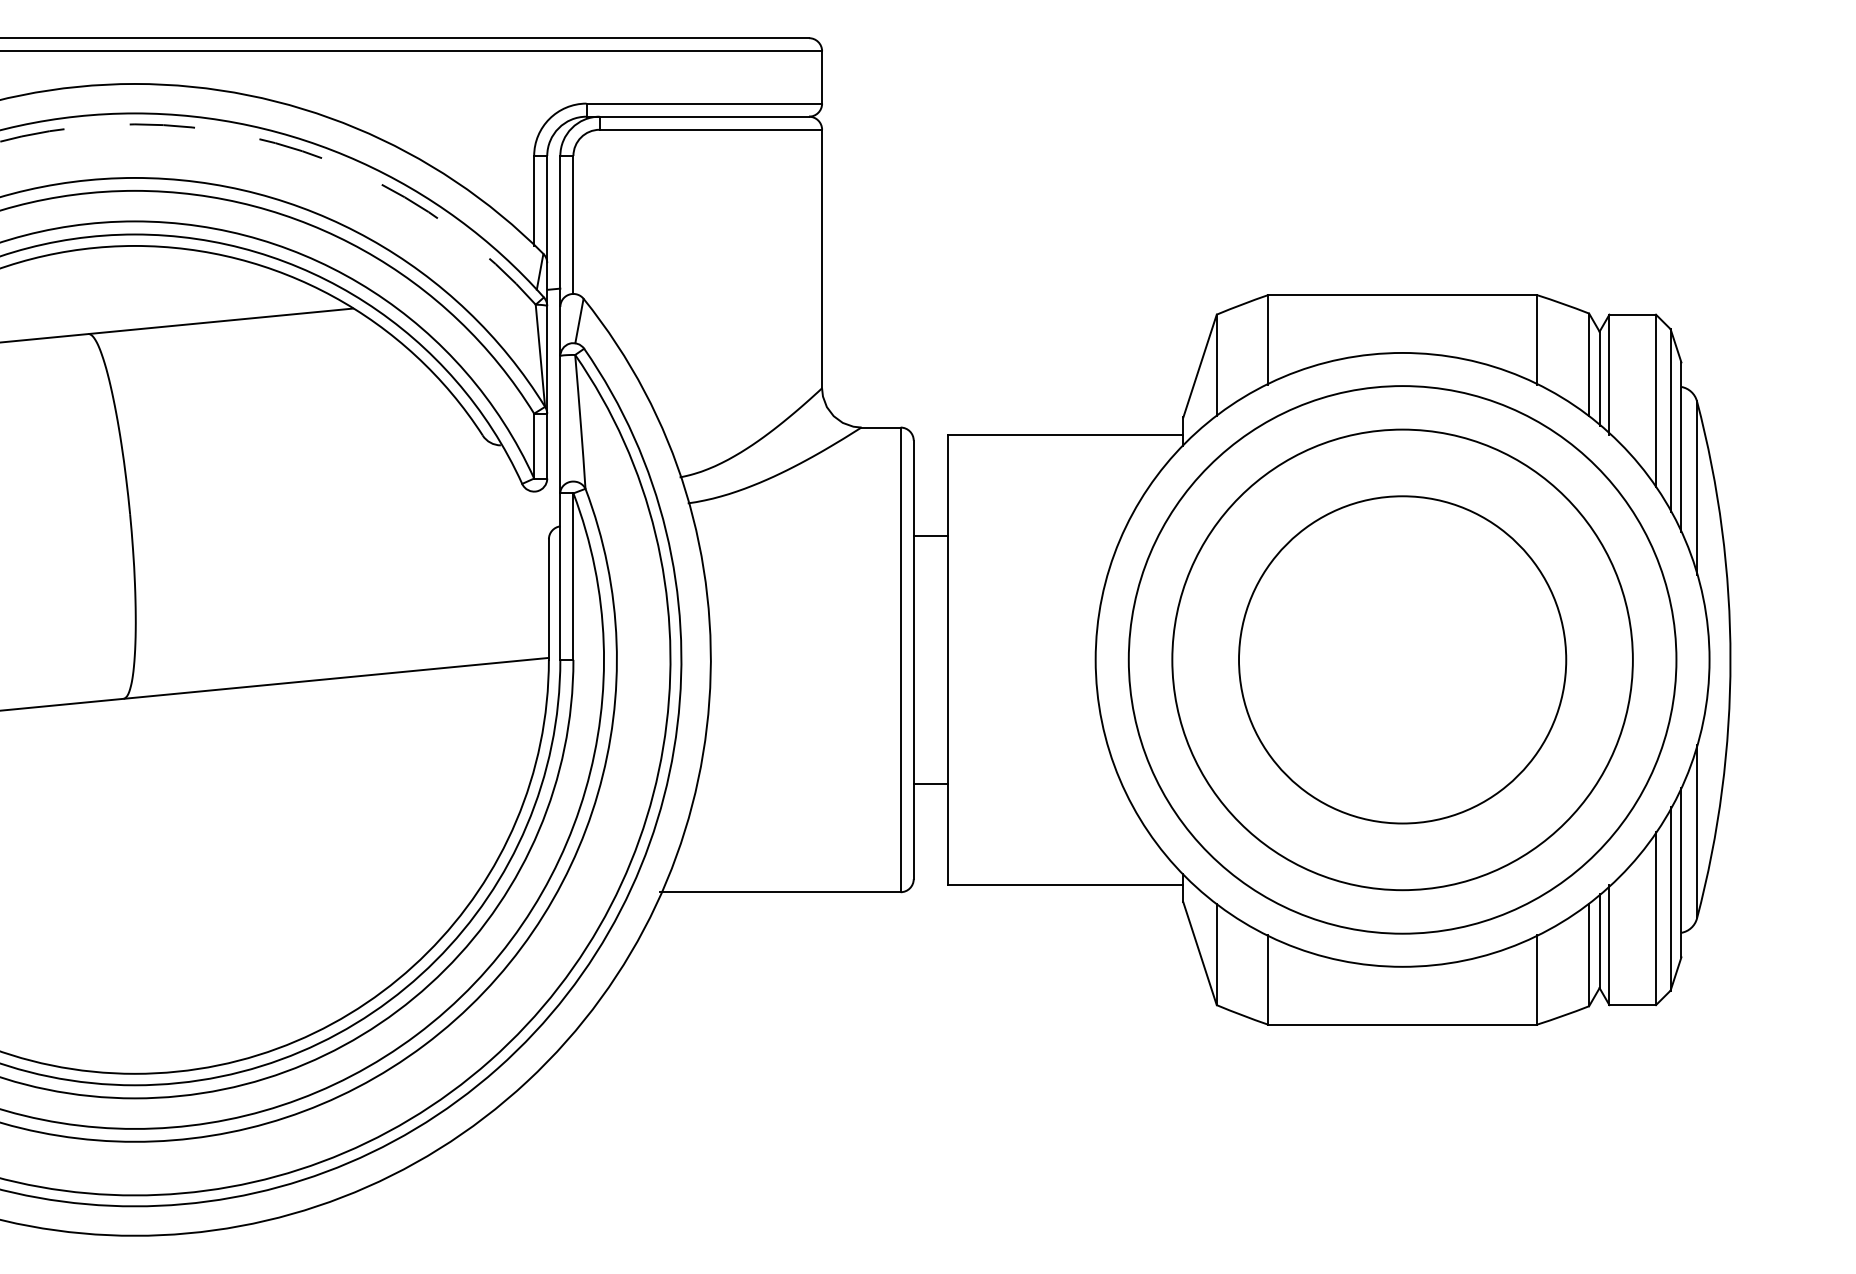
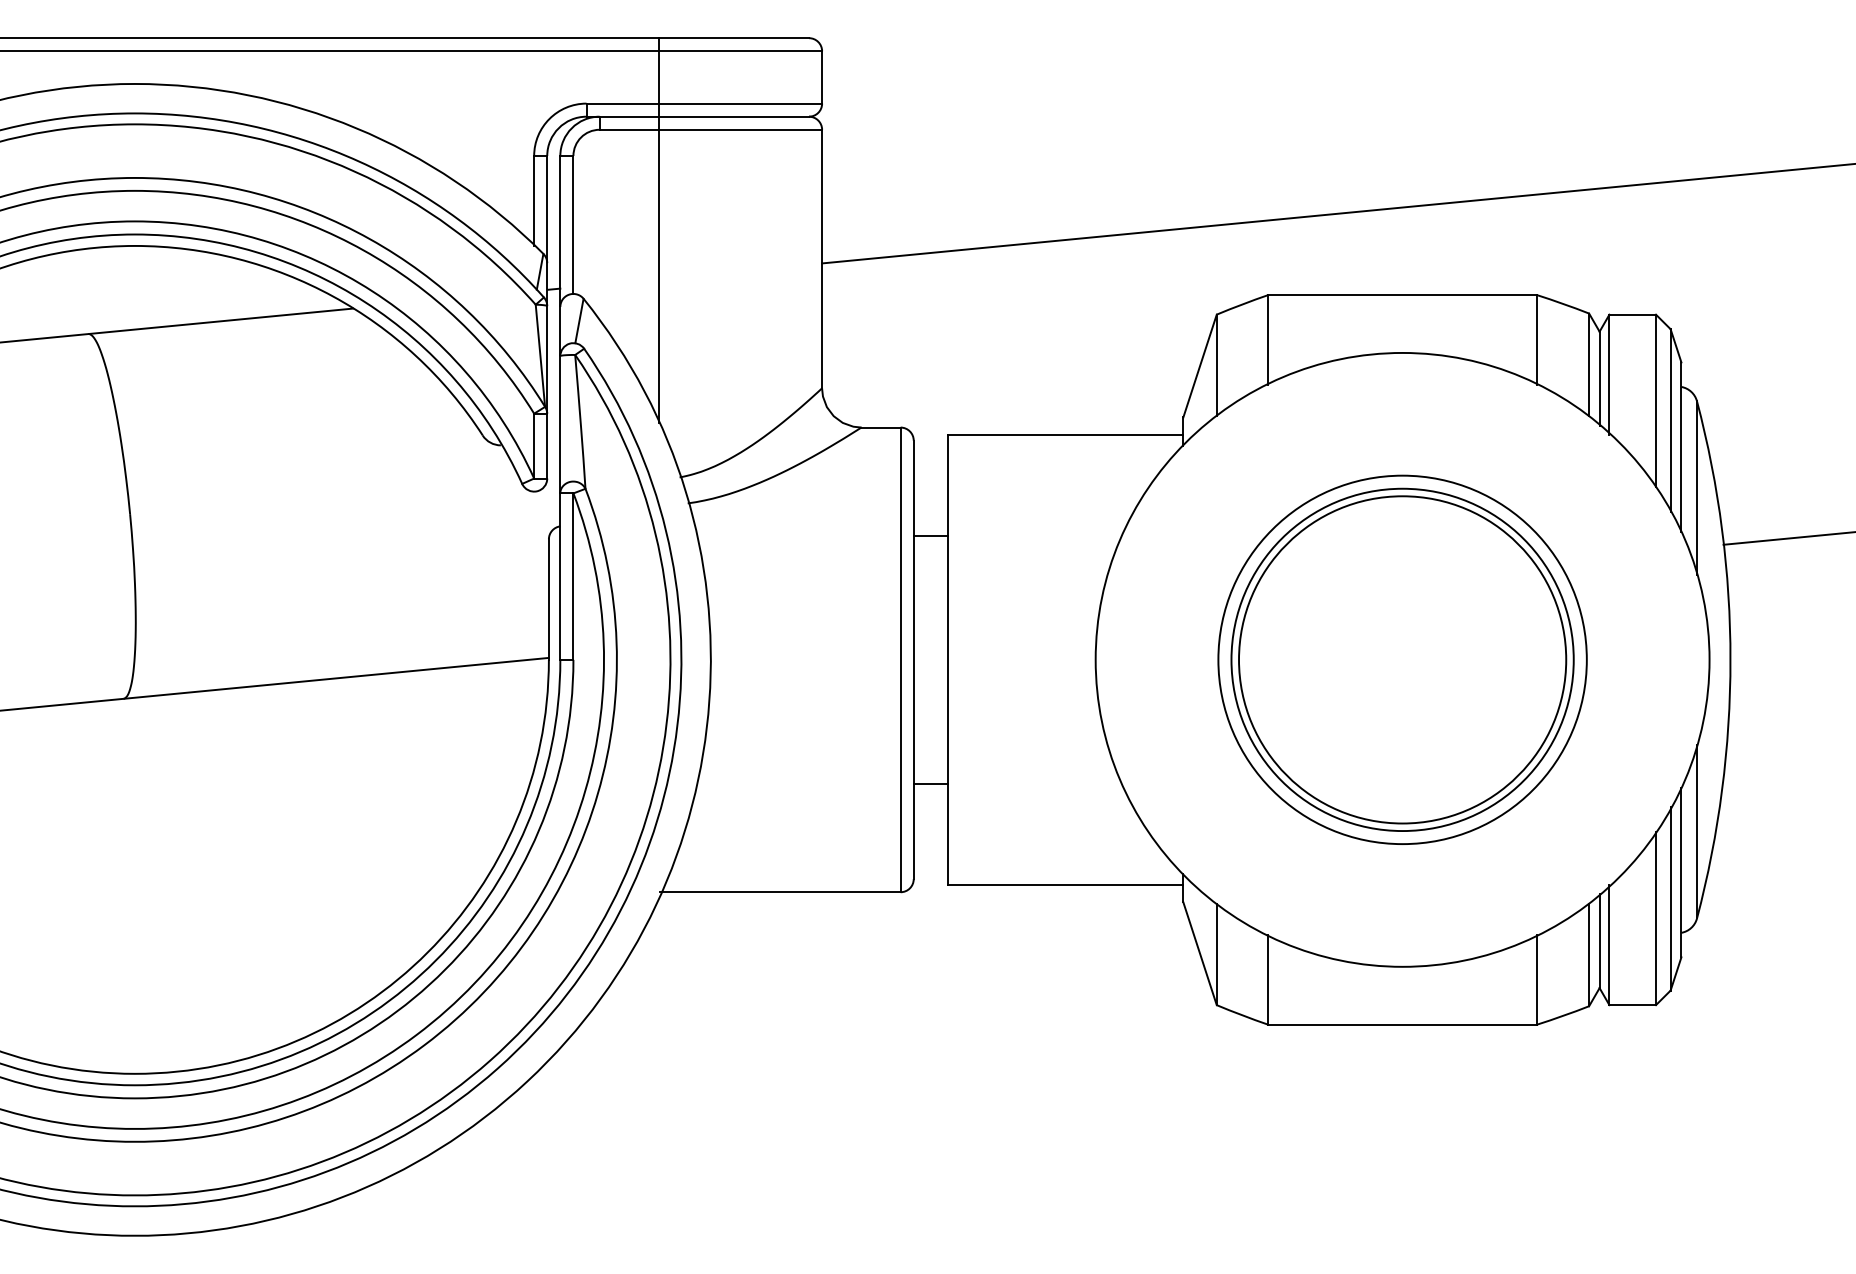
arc at (291, 147): dashed -> solid
line at (1337, 213): none -> present
line at (658, 230): none -> present
line at (1787, 538): none -> present
circle at (1402, 659) diameter: 461 px -> 368 px
circle at (1402, 659) diameter: 548 px -> 342 px
